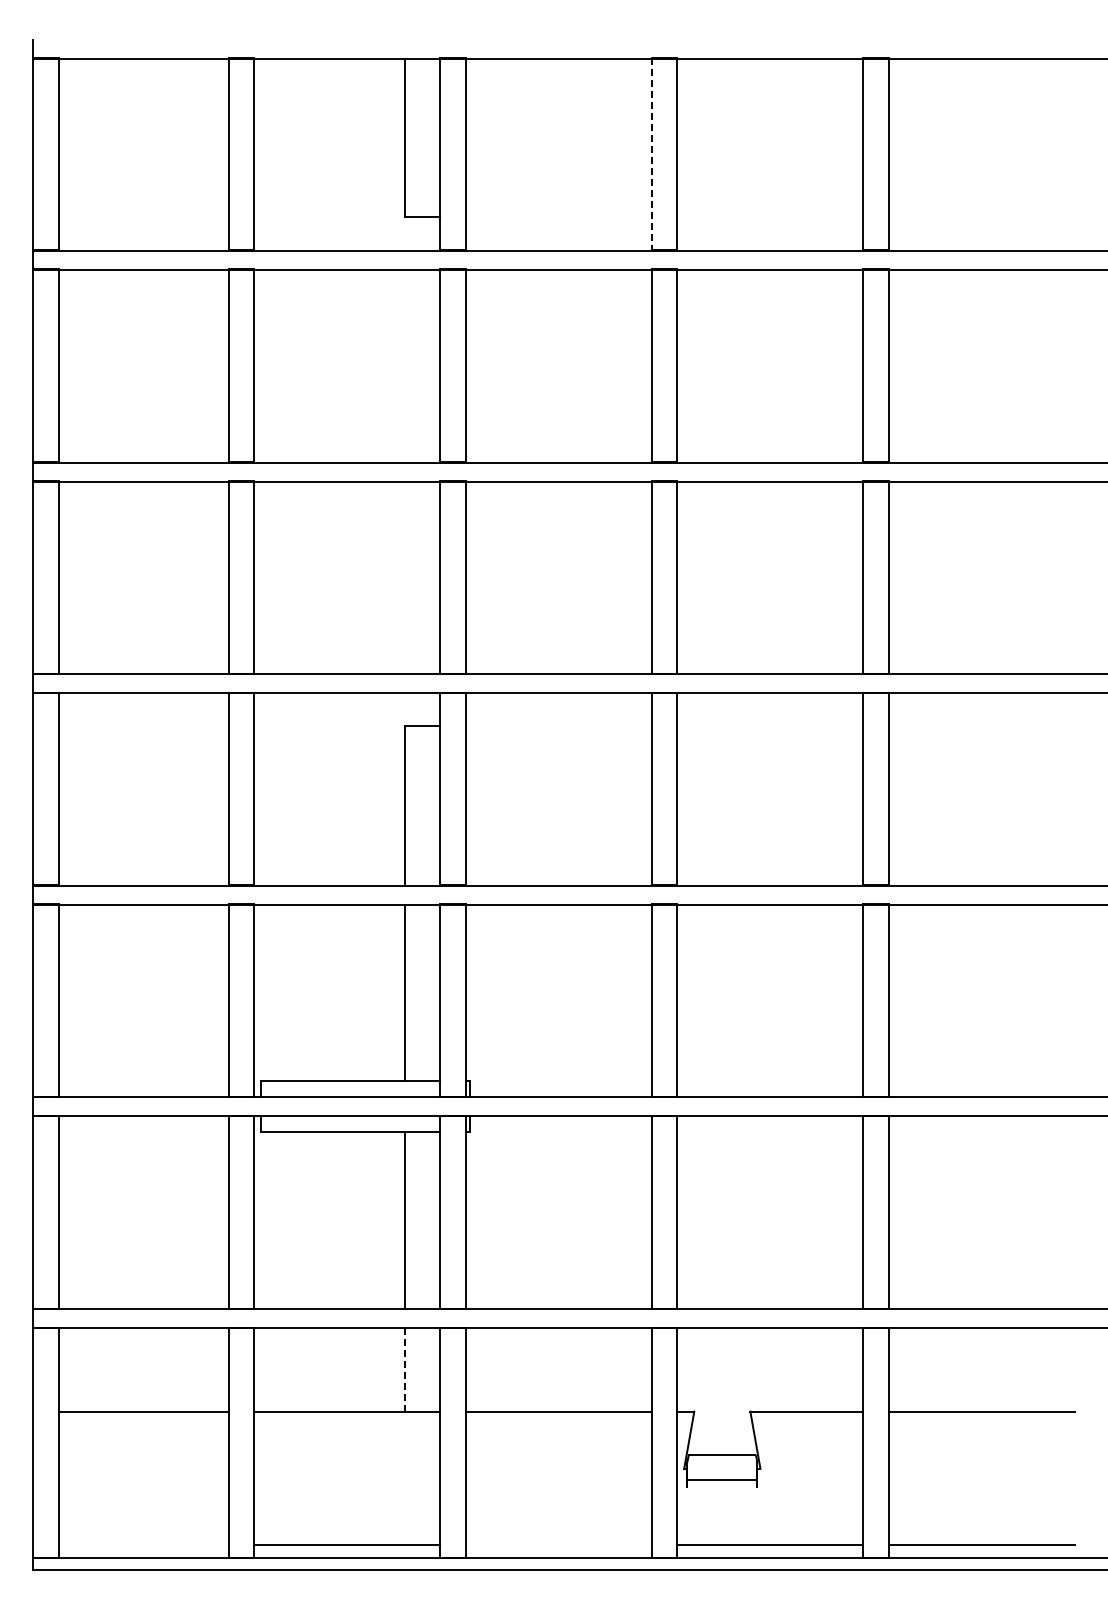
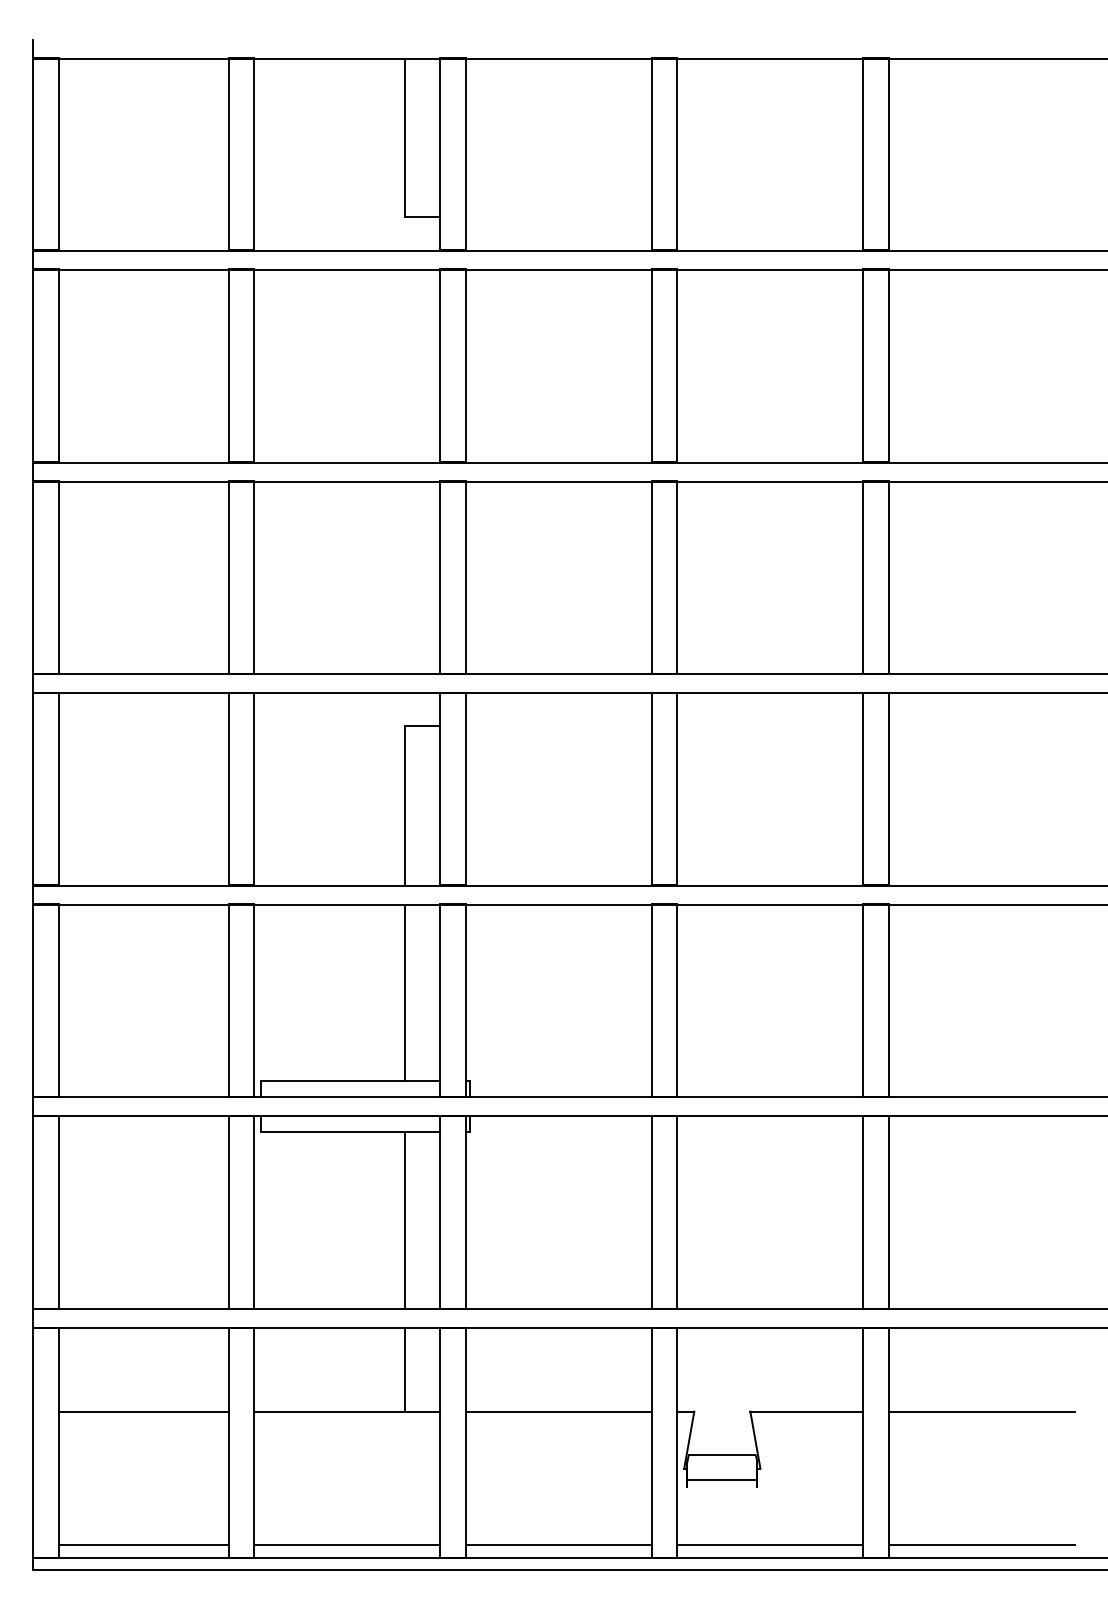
line at (651, 154): dashed -> solid
line at (404, 1369): dashed -> solid
line at (143, 1545): none -> present
line at (558, 1545): none -> present
